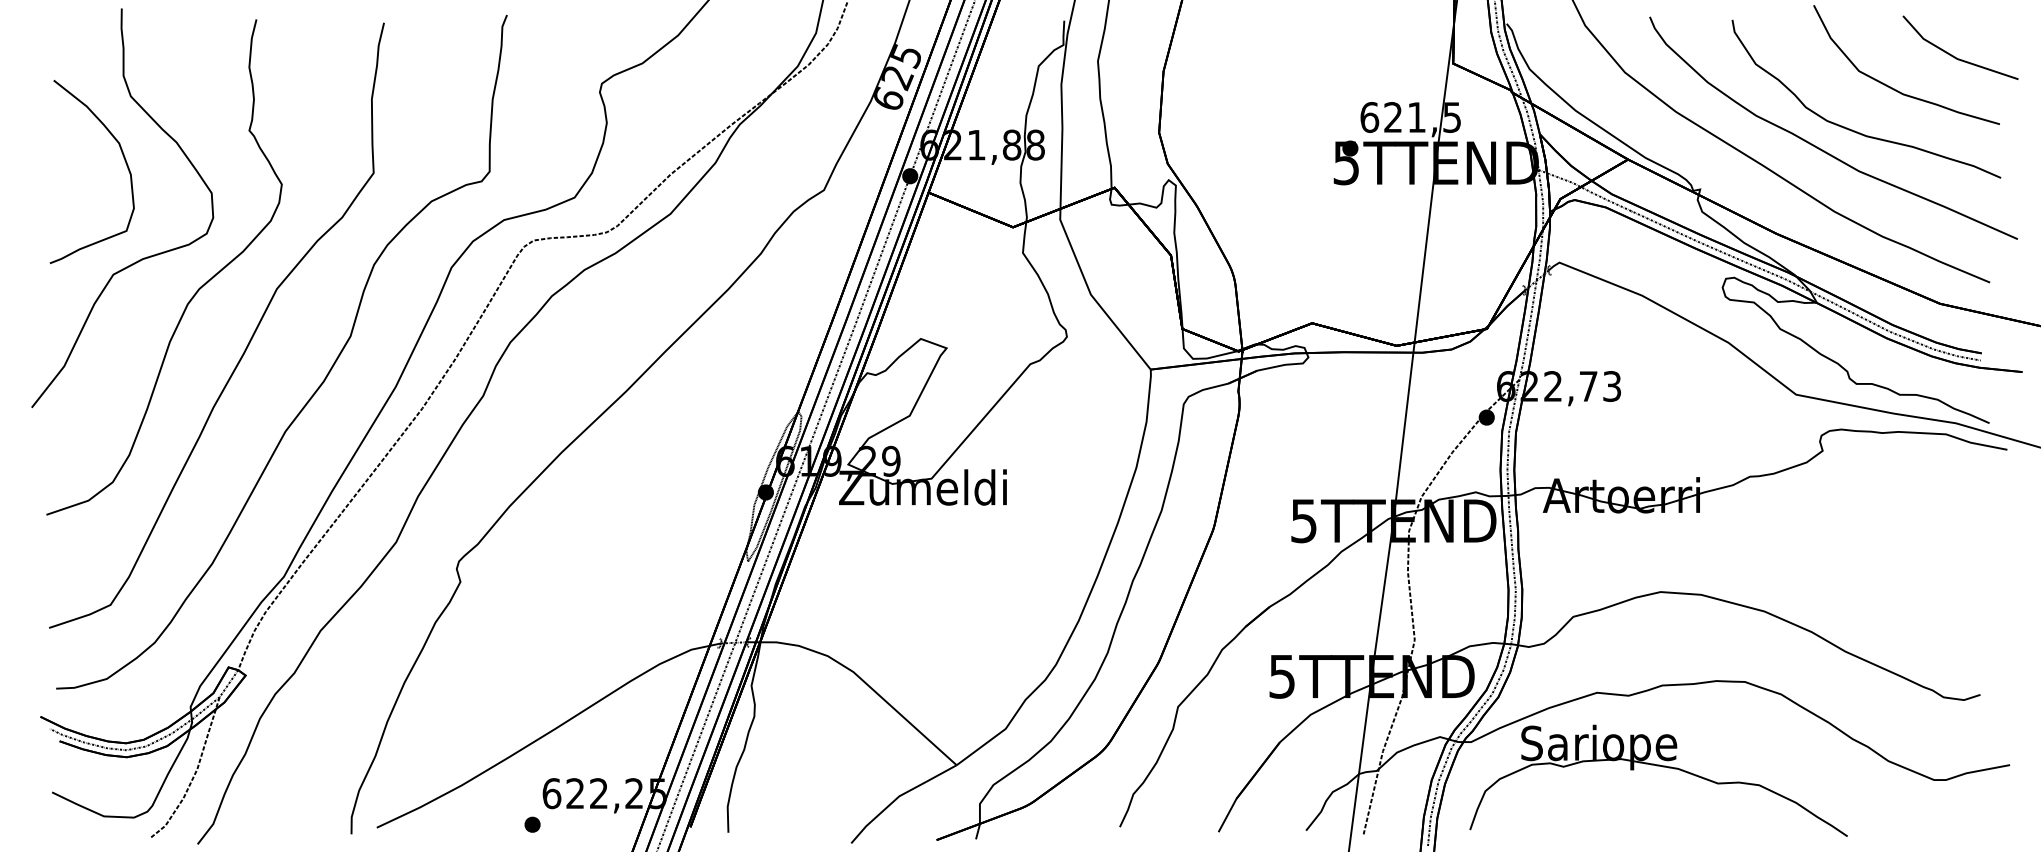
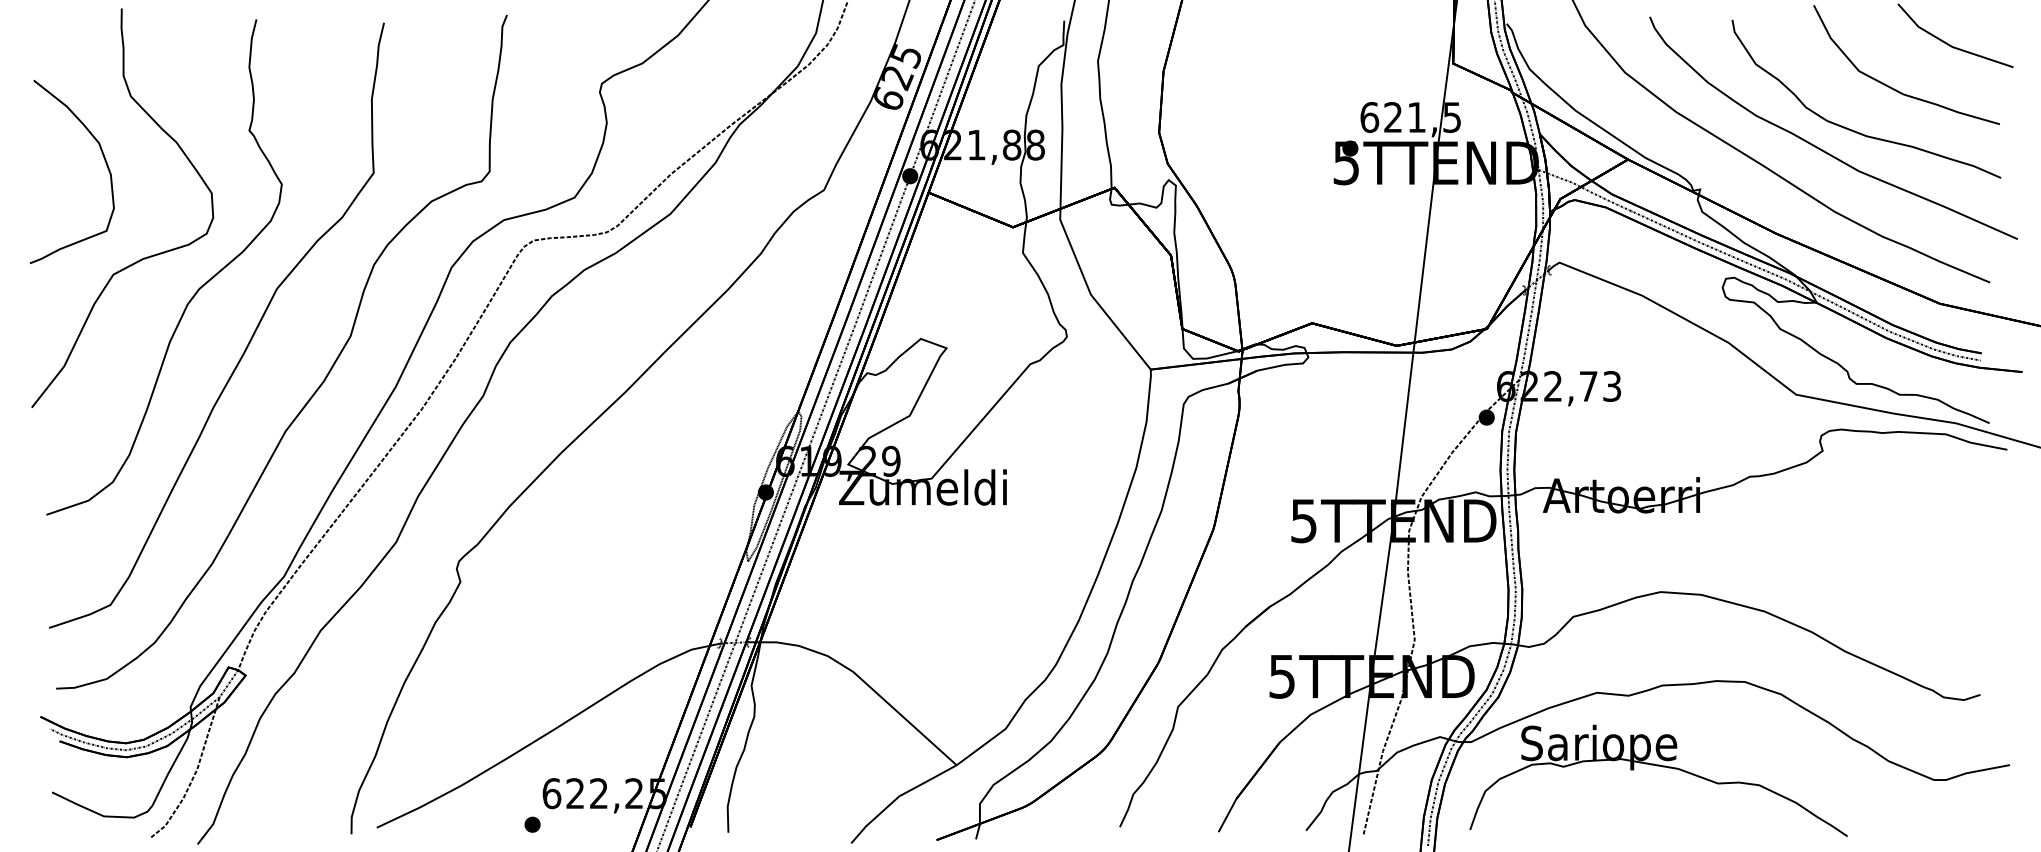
part at (1955, 56) position: (1955, 56) -> (1950, 44)
curve at (123, 158) position: (123, 158) -> (103, 158)
